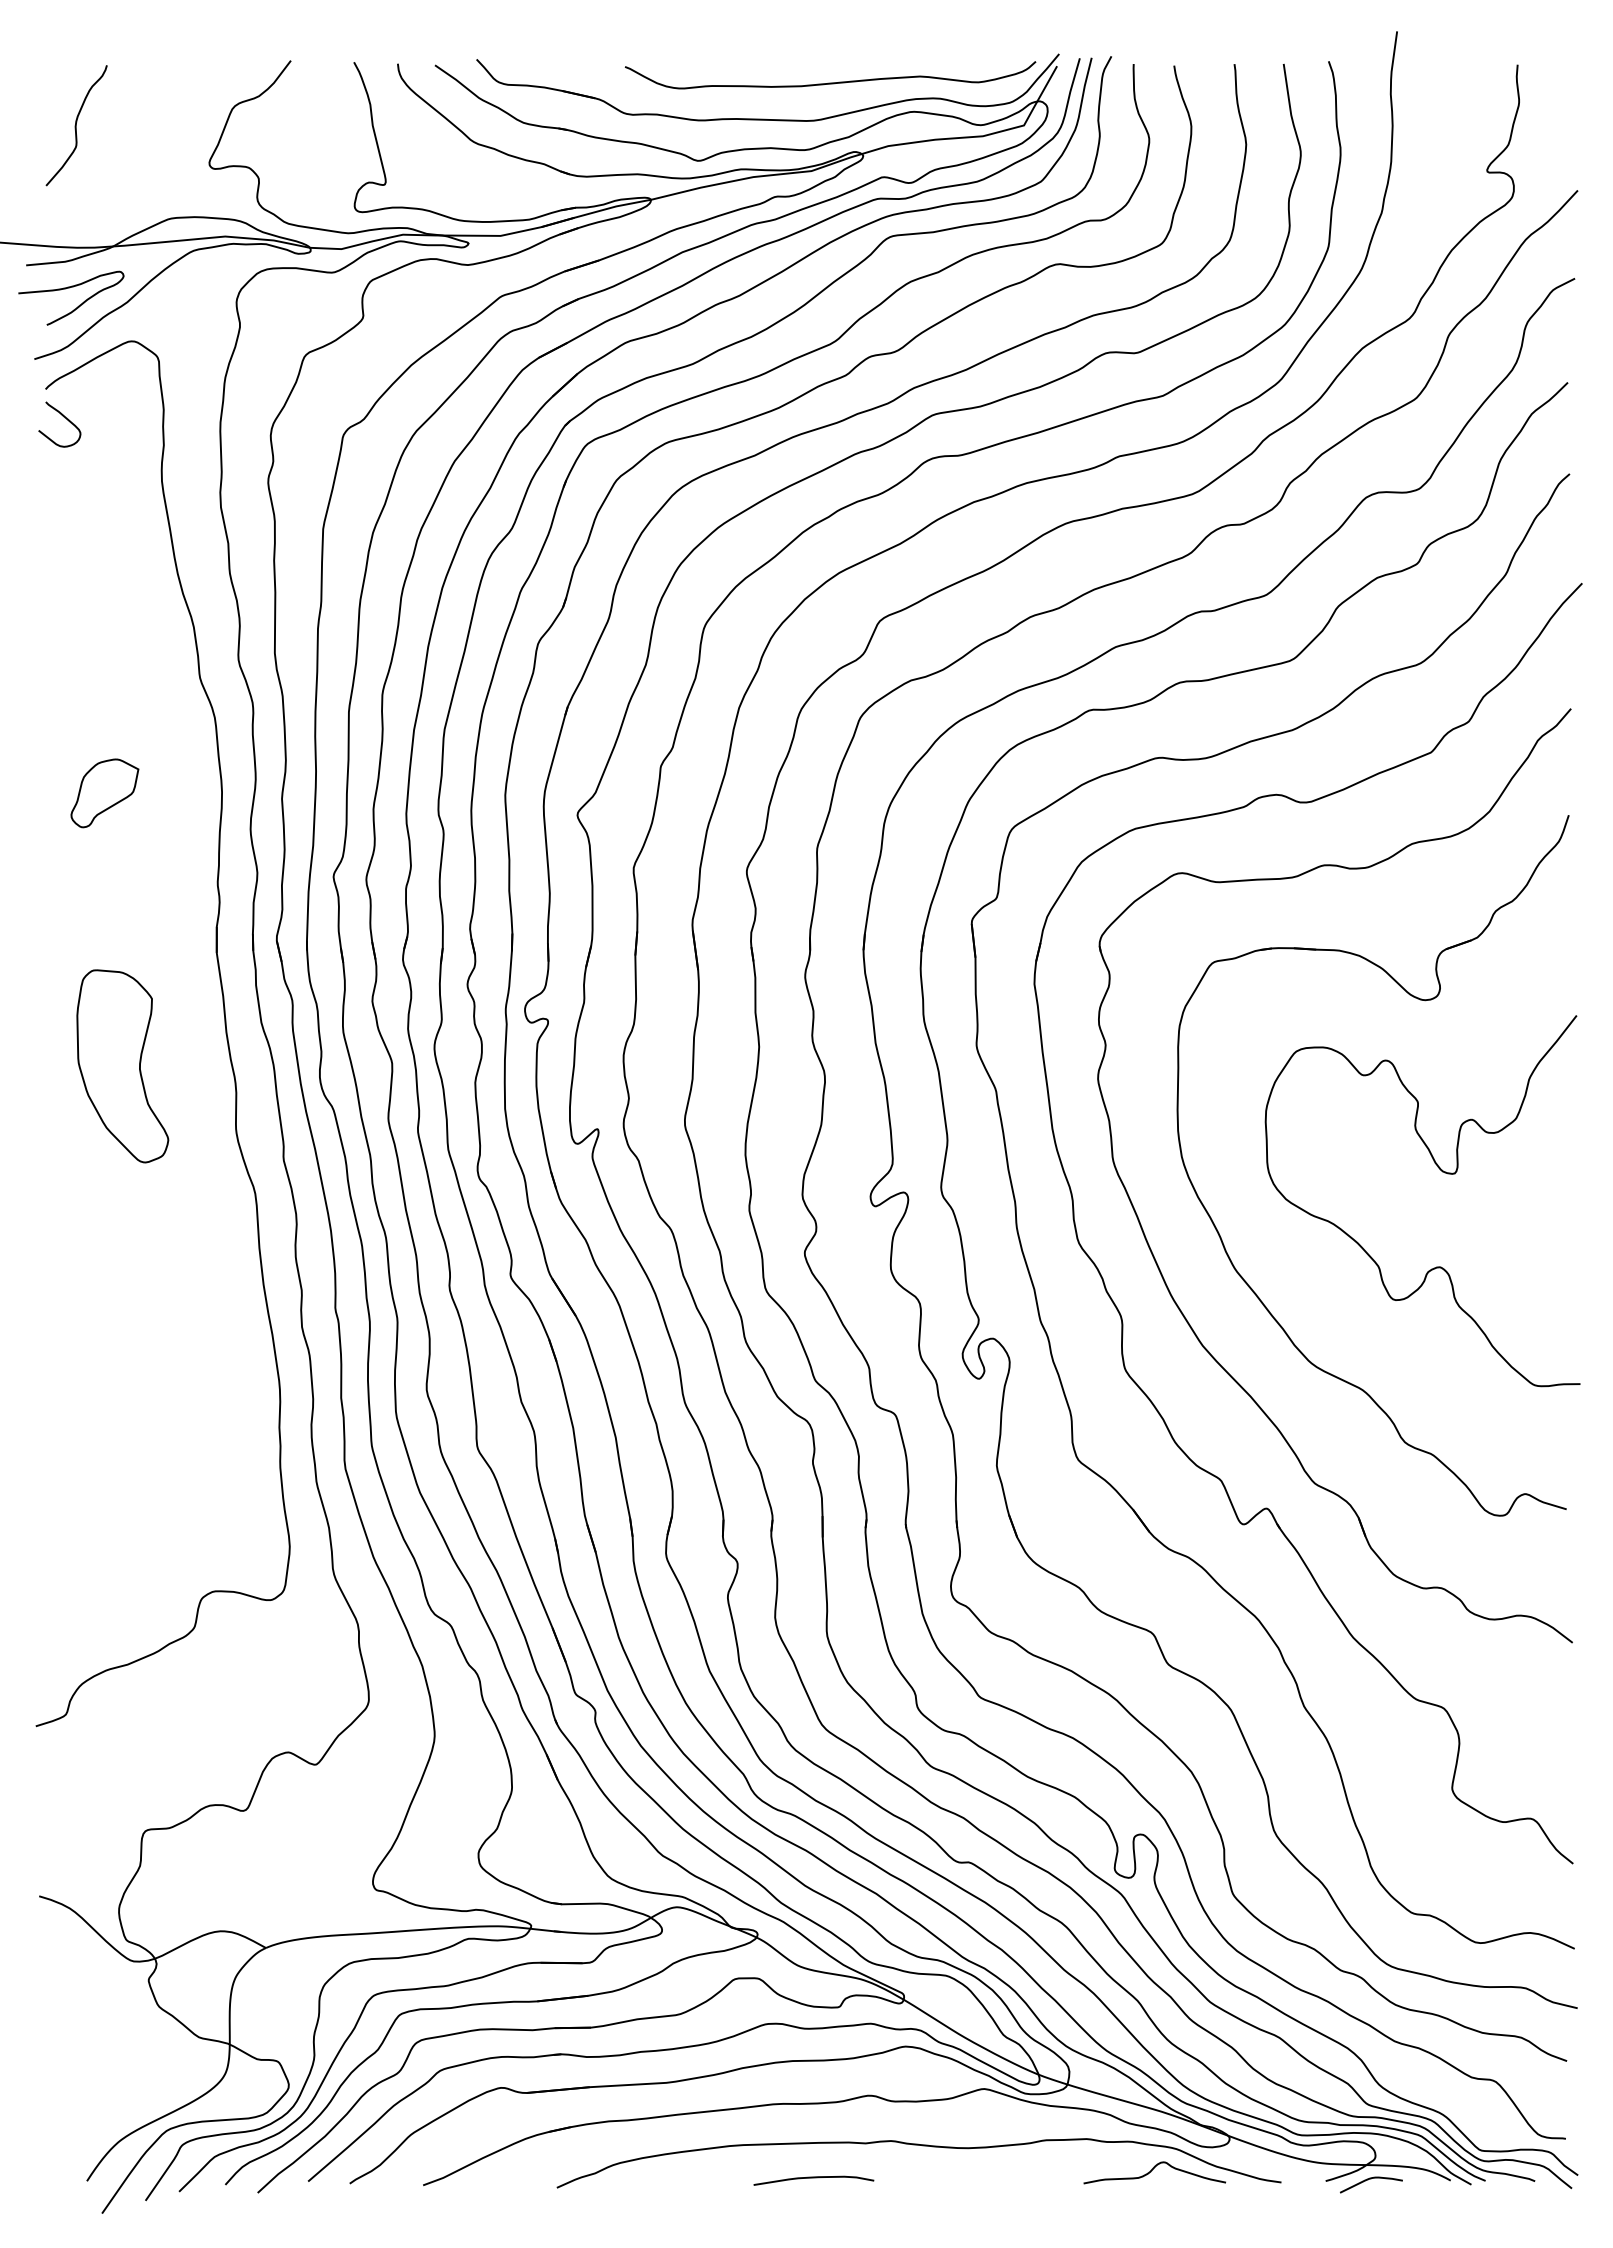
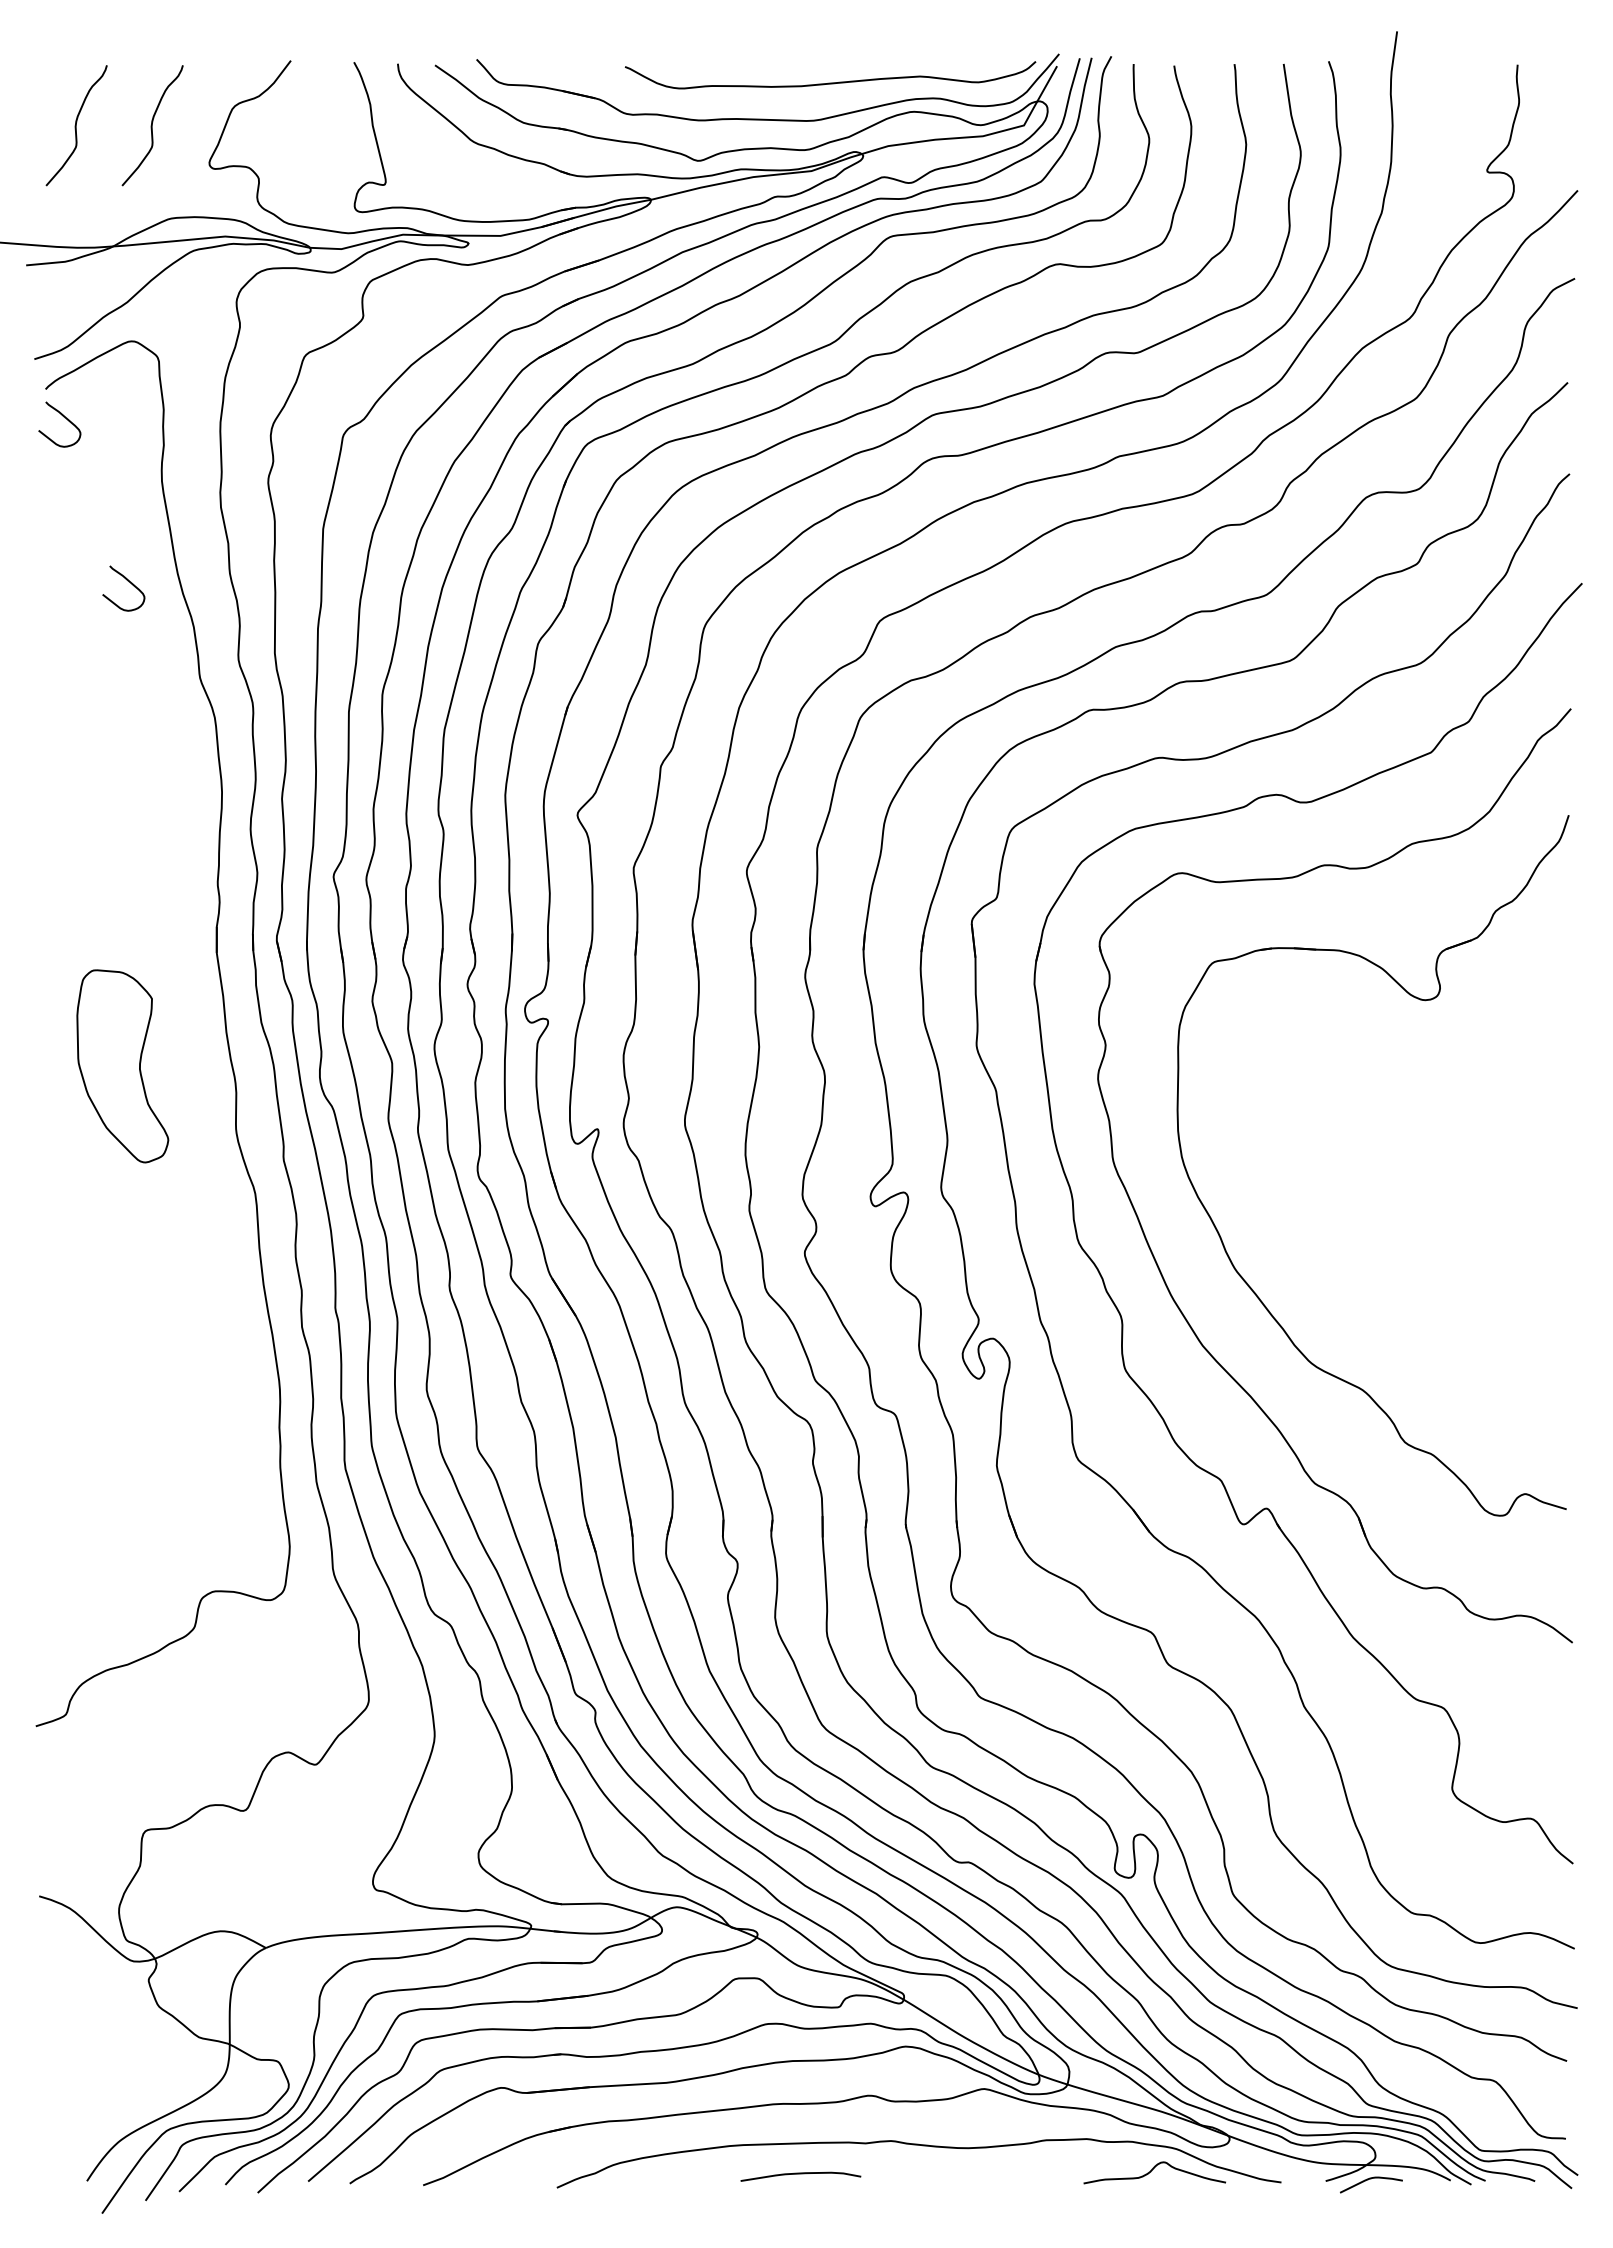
curve at (152, 125): none -> present
curve at (69, 288): present -> none
curve at (127, 581): none -> present
part at (104, 793): present -> none
curve at (1442, 1172): present -> none
curve at (813, 2178) position: (813, 2178) -> (800, 2174)
